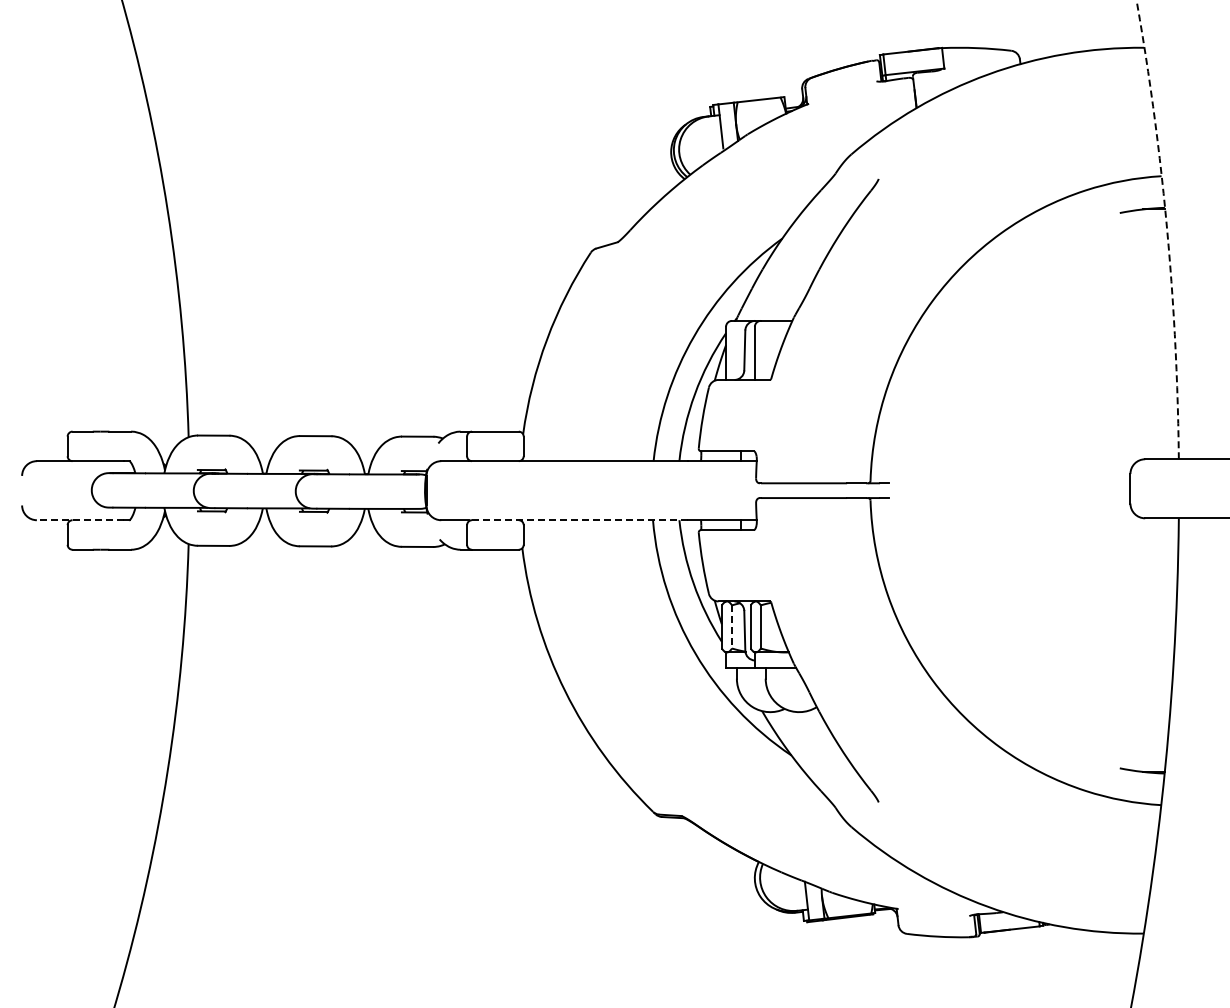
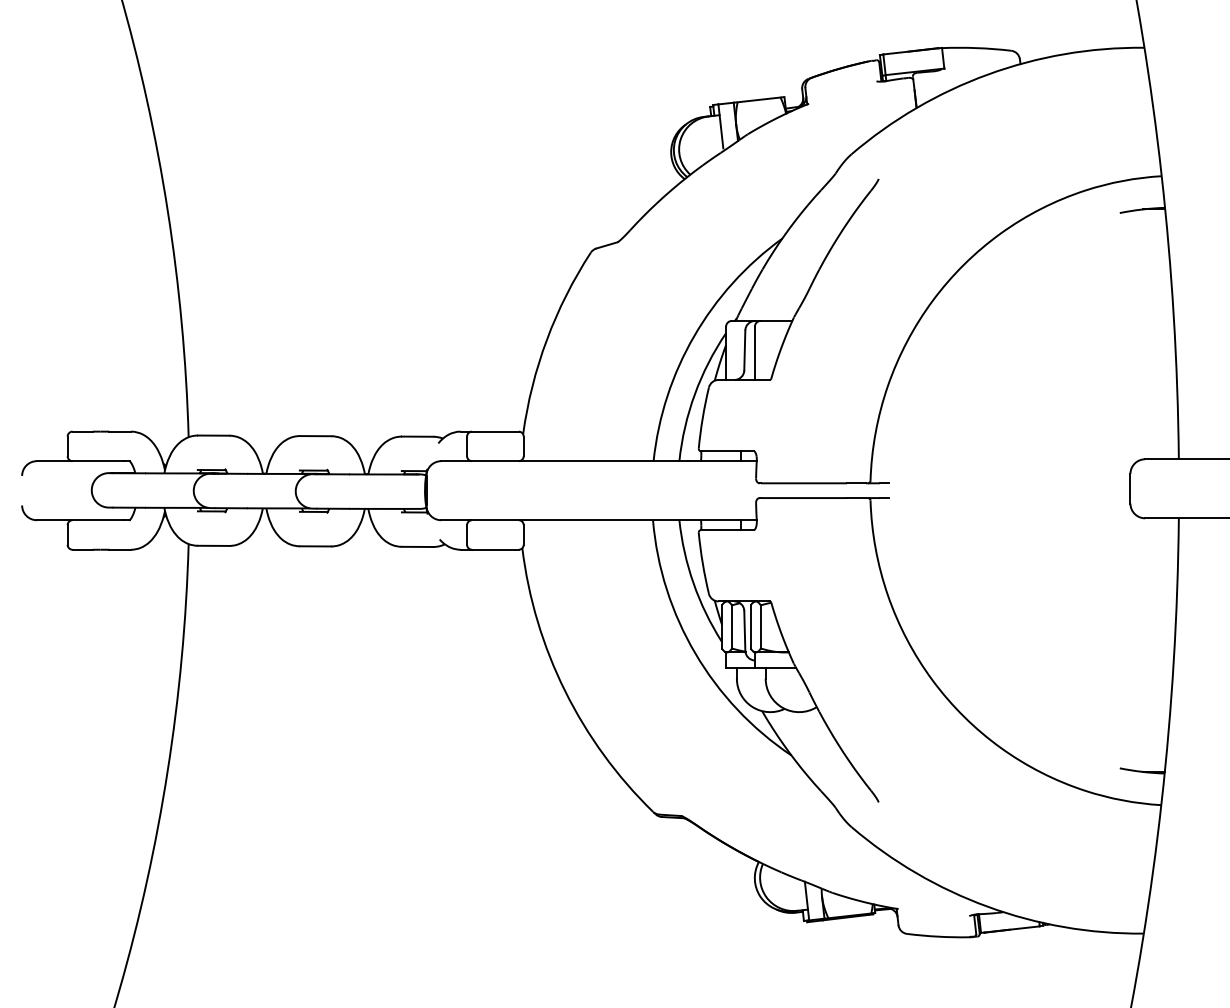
arc at (1166, 228): dashed -> solid
line at (80, 520): dashed -> solid
line at (578, 520): dashed -> solid
line at (732, 626): dashed -> solid
